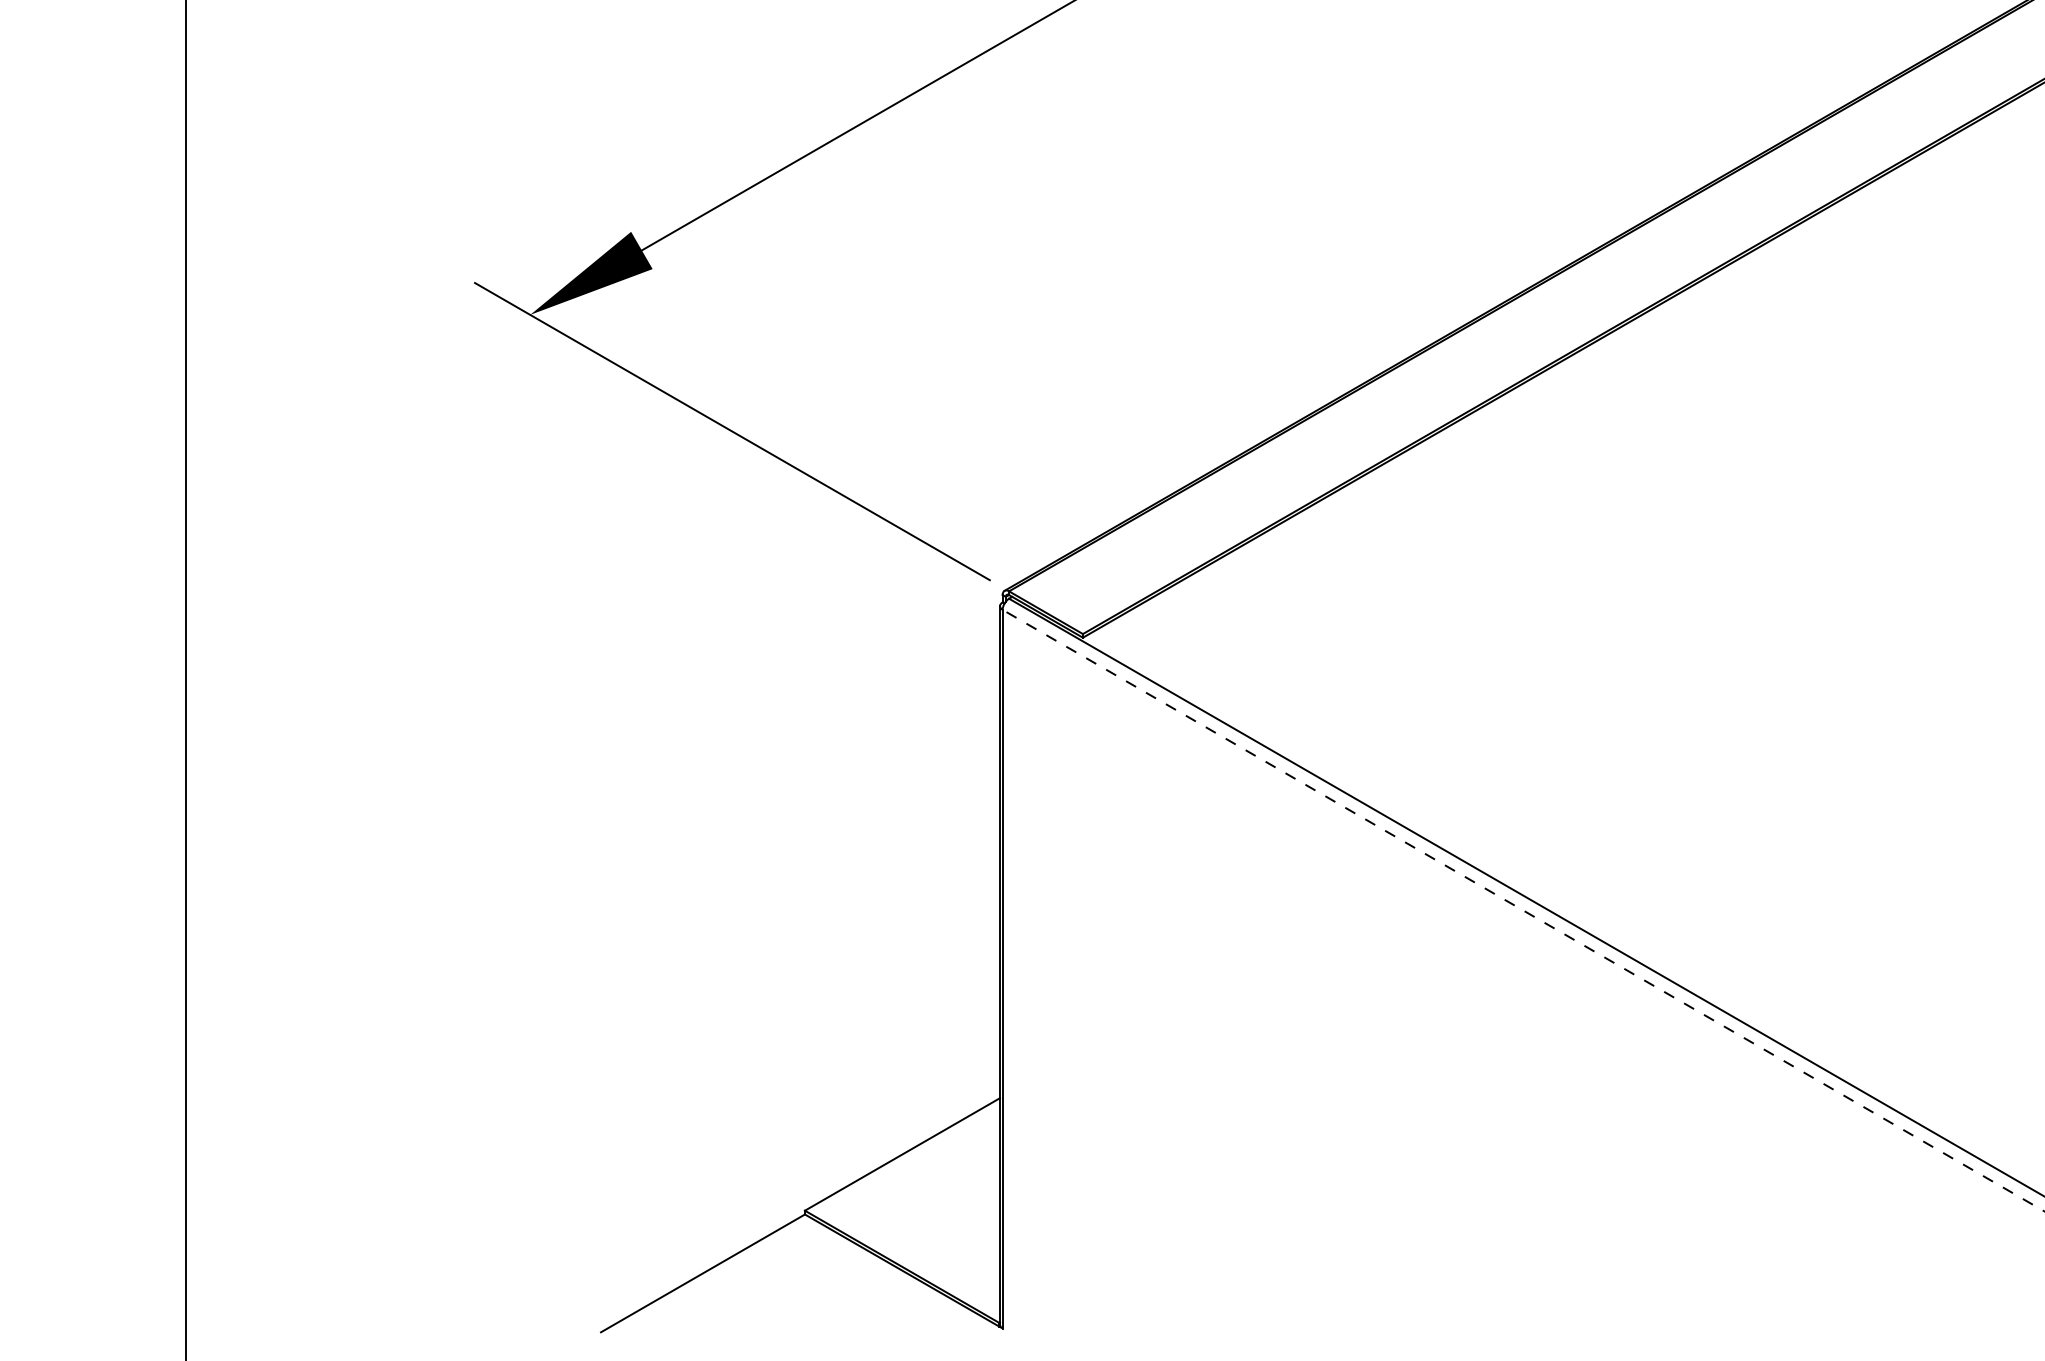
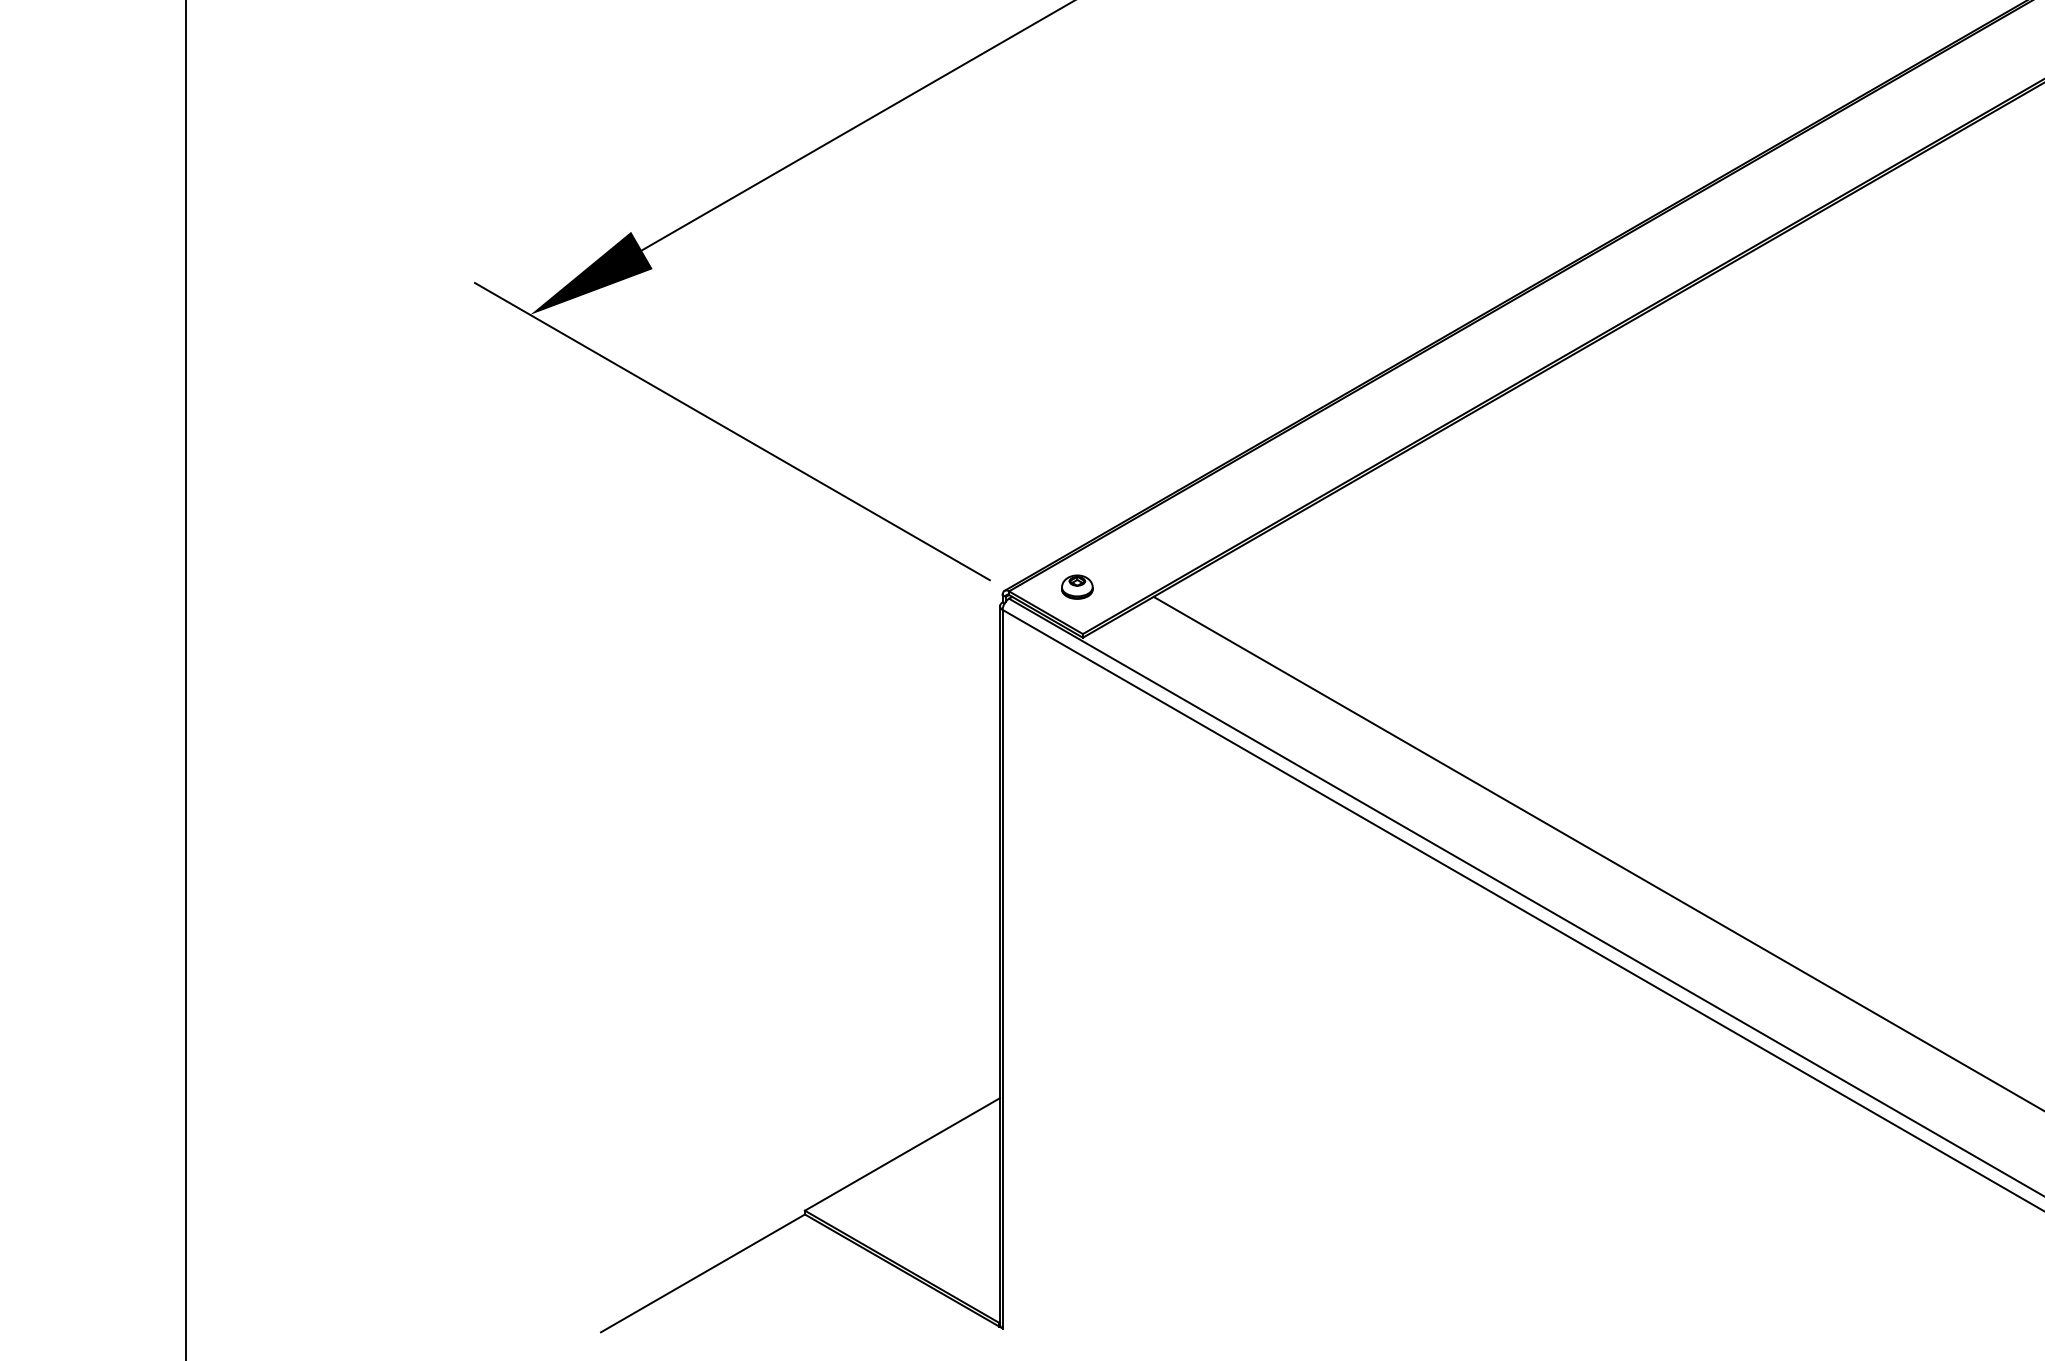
part at (1077, 586): none -> present
line at (1597, 852): none -> present
line at (1523, 910): dashed -> solid
